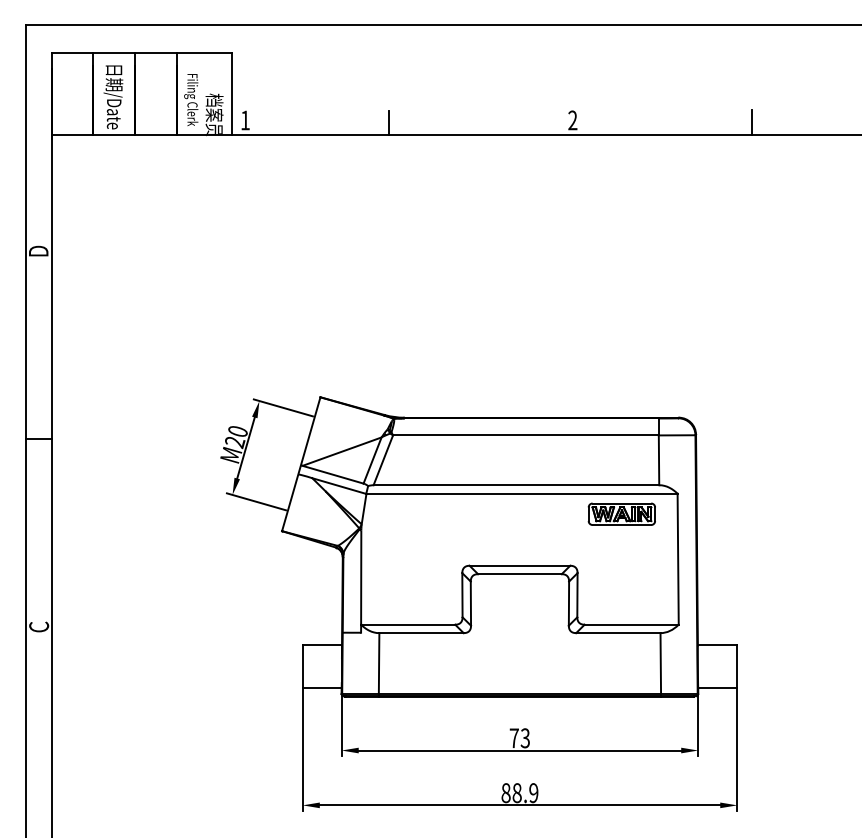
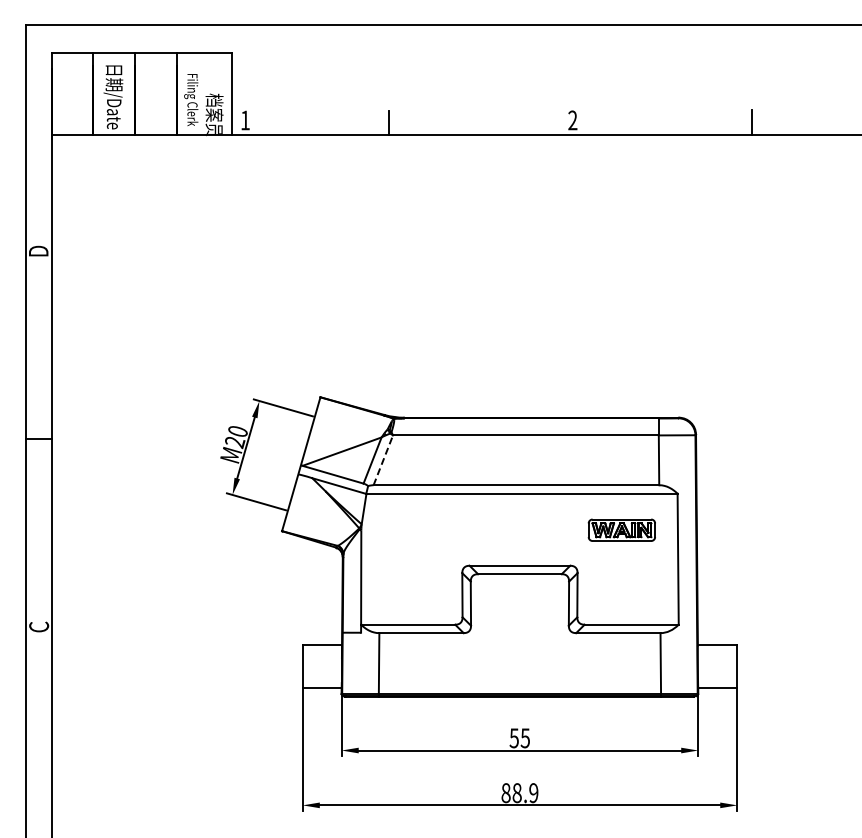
line at (383, 460): solid -> dashed
part at (621, 513) position: (621, 513) -> (621, 529)
text at (519, 738): 73 -> 55
